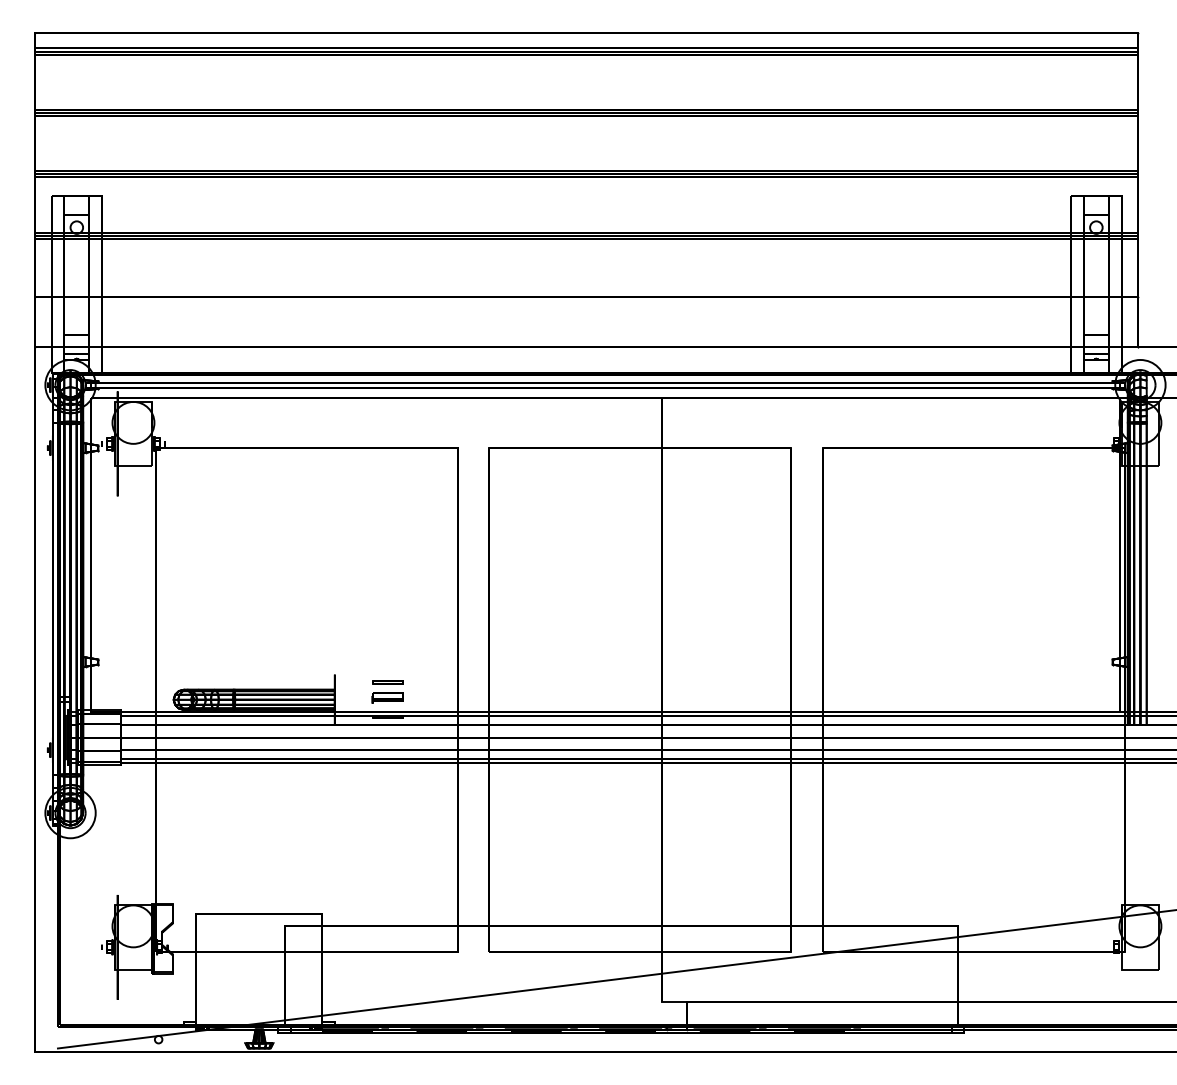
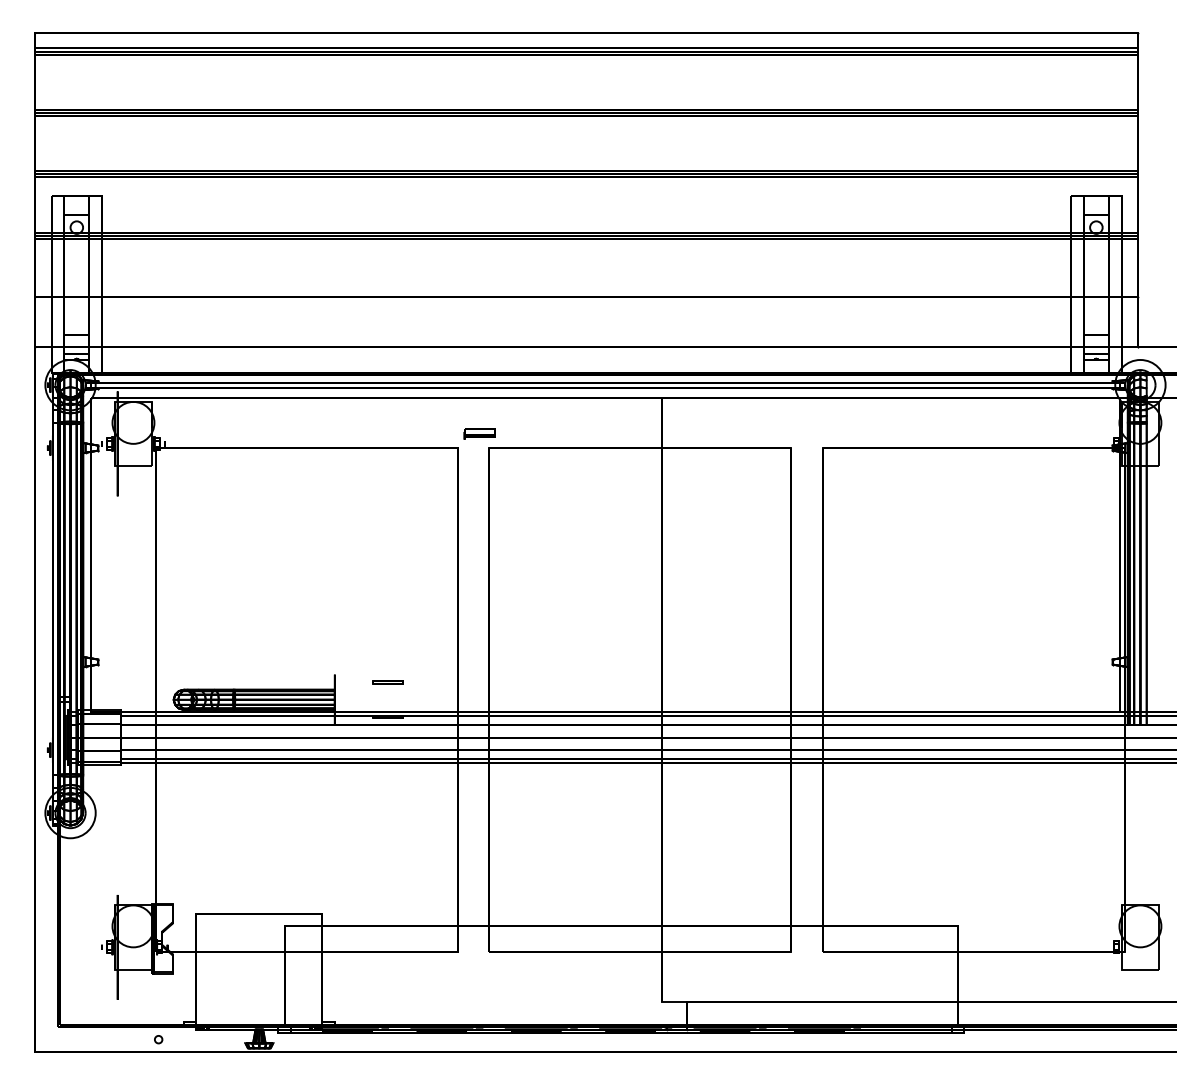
part at (387, 697) position: (387, 697) -> (479, 433)
line at (615, 979): present -> none
